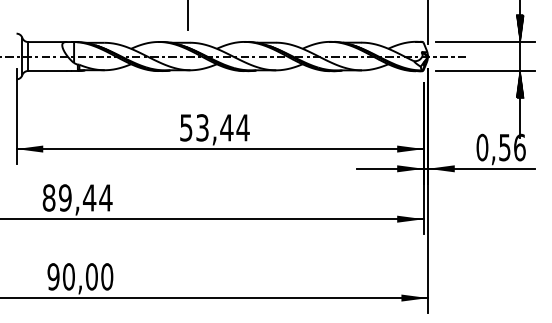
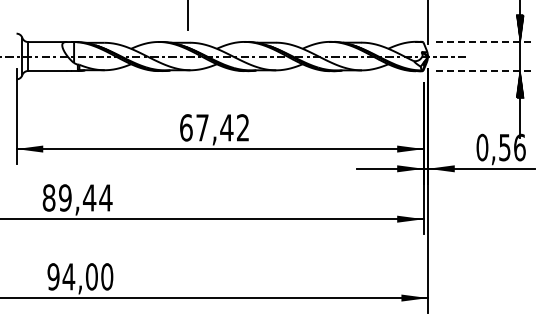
line at (485, 41): solid -> dashed
line at (485, 71): solid -> dashed
text at (214, 127): 53,44 -> 67,42
text at (68, 276): 90,00 -> 94,00
